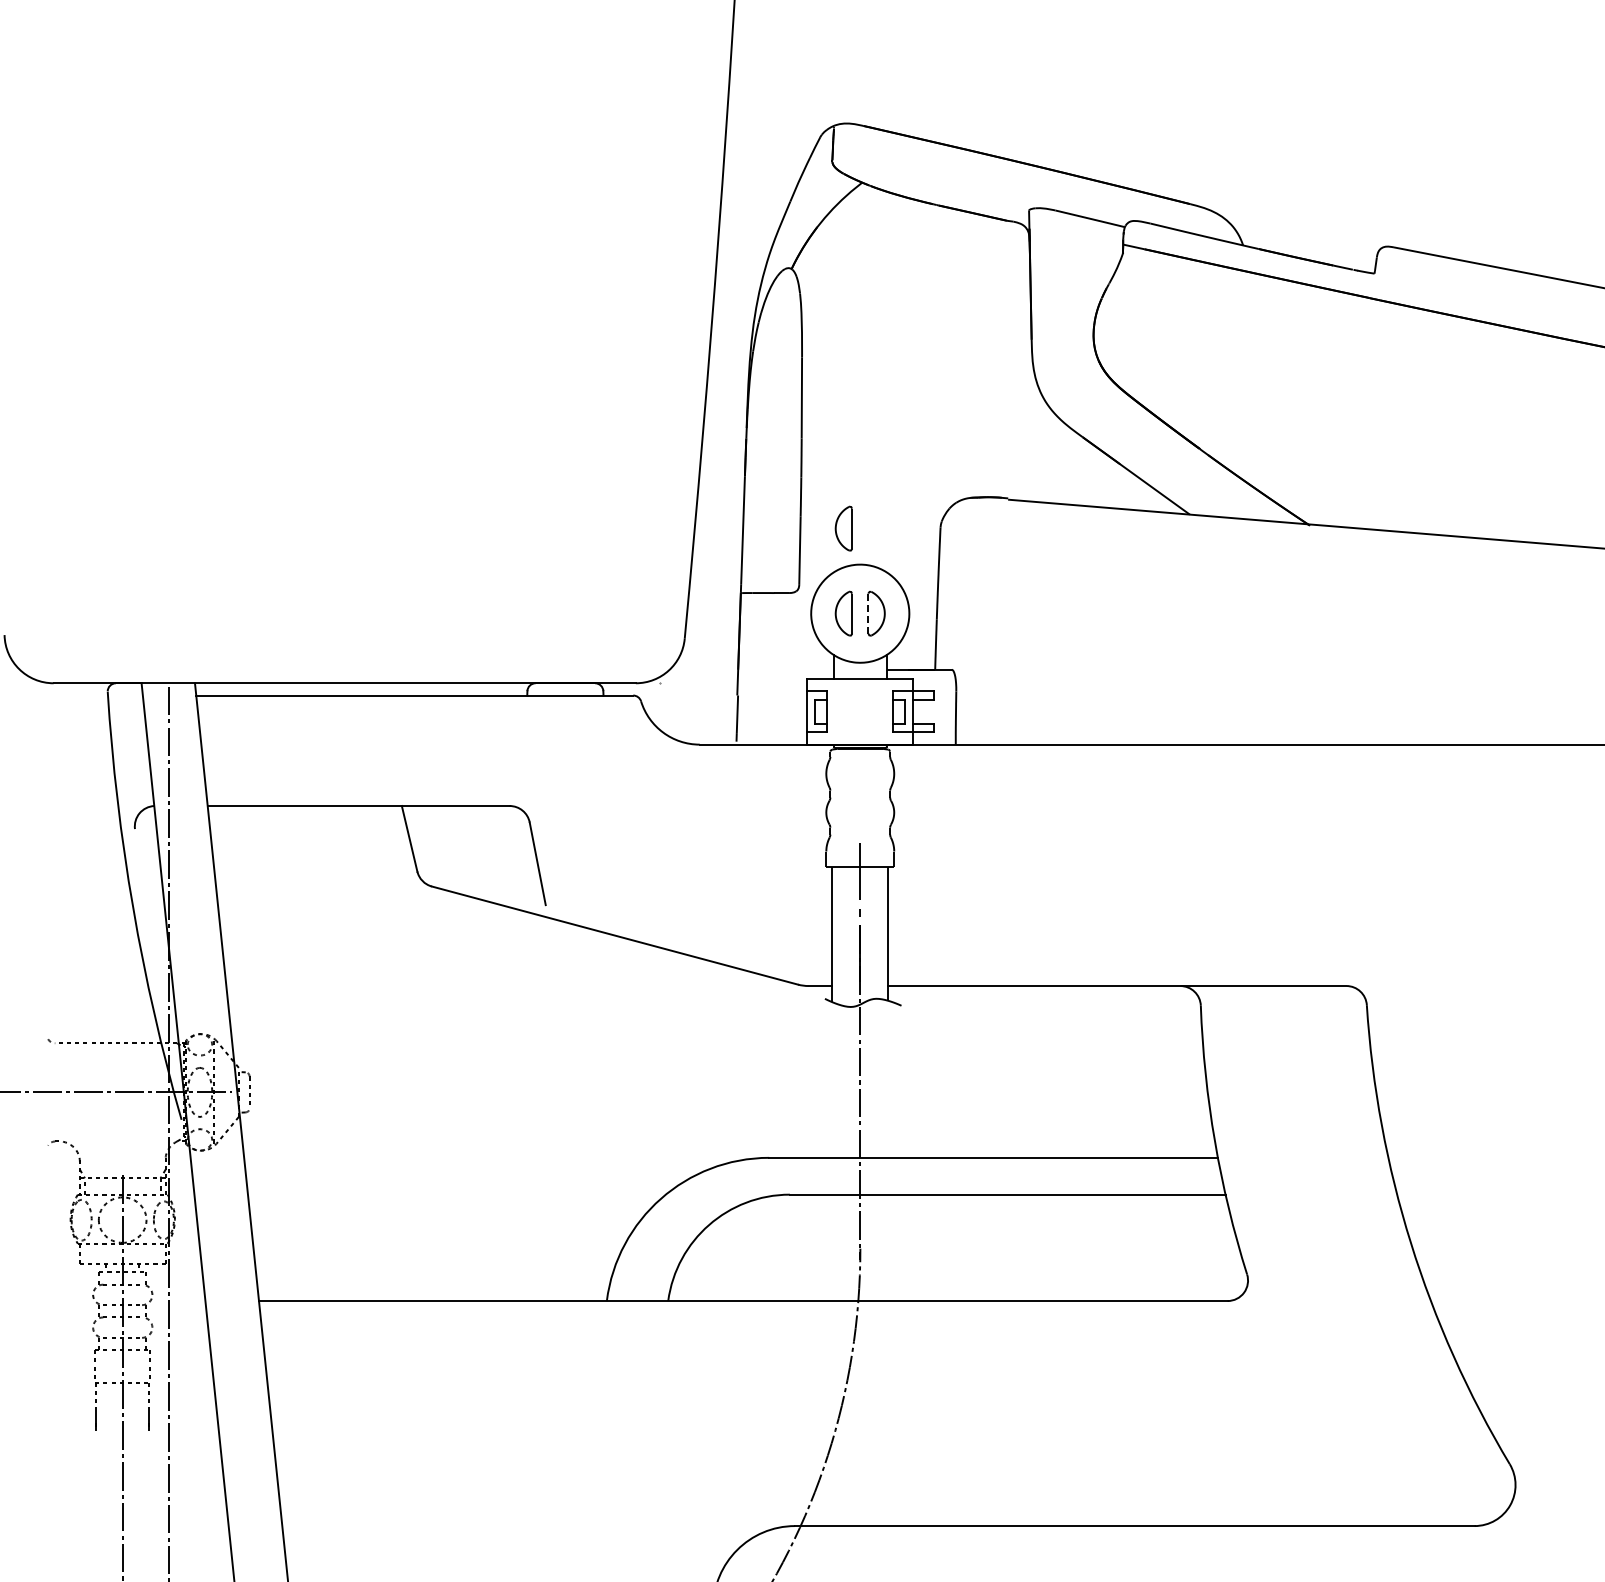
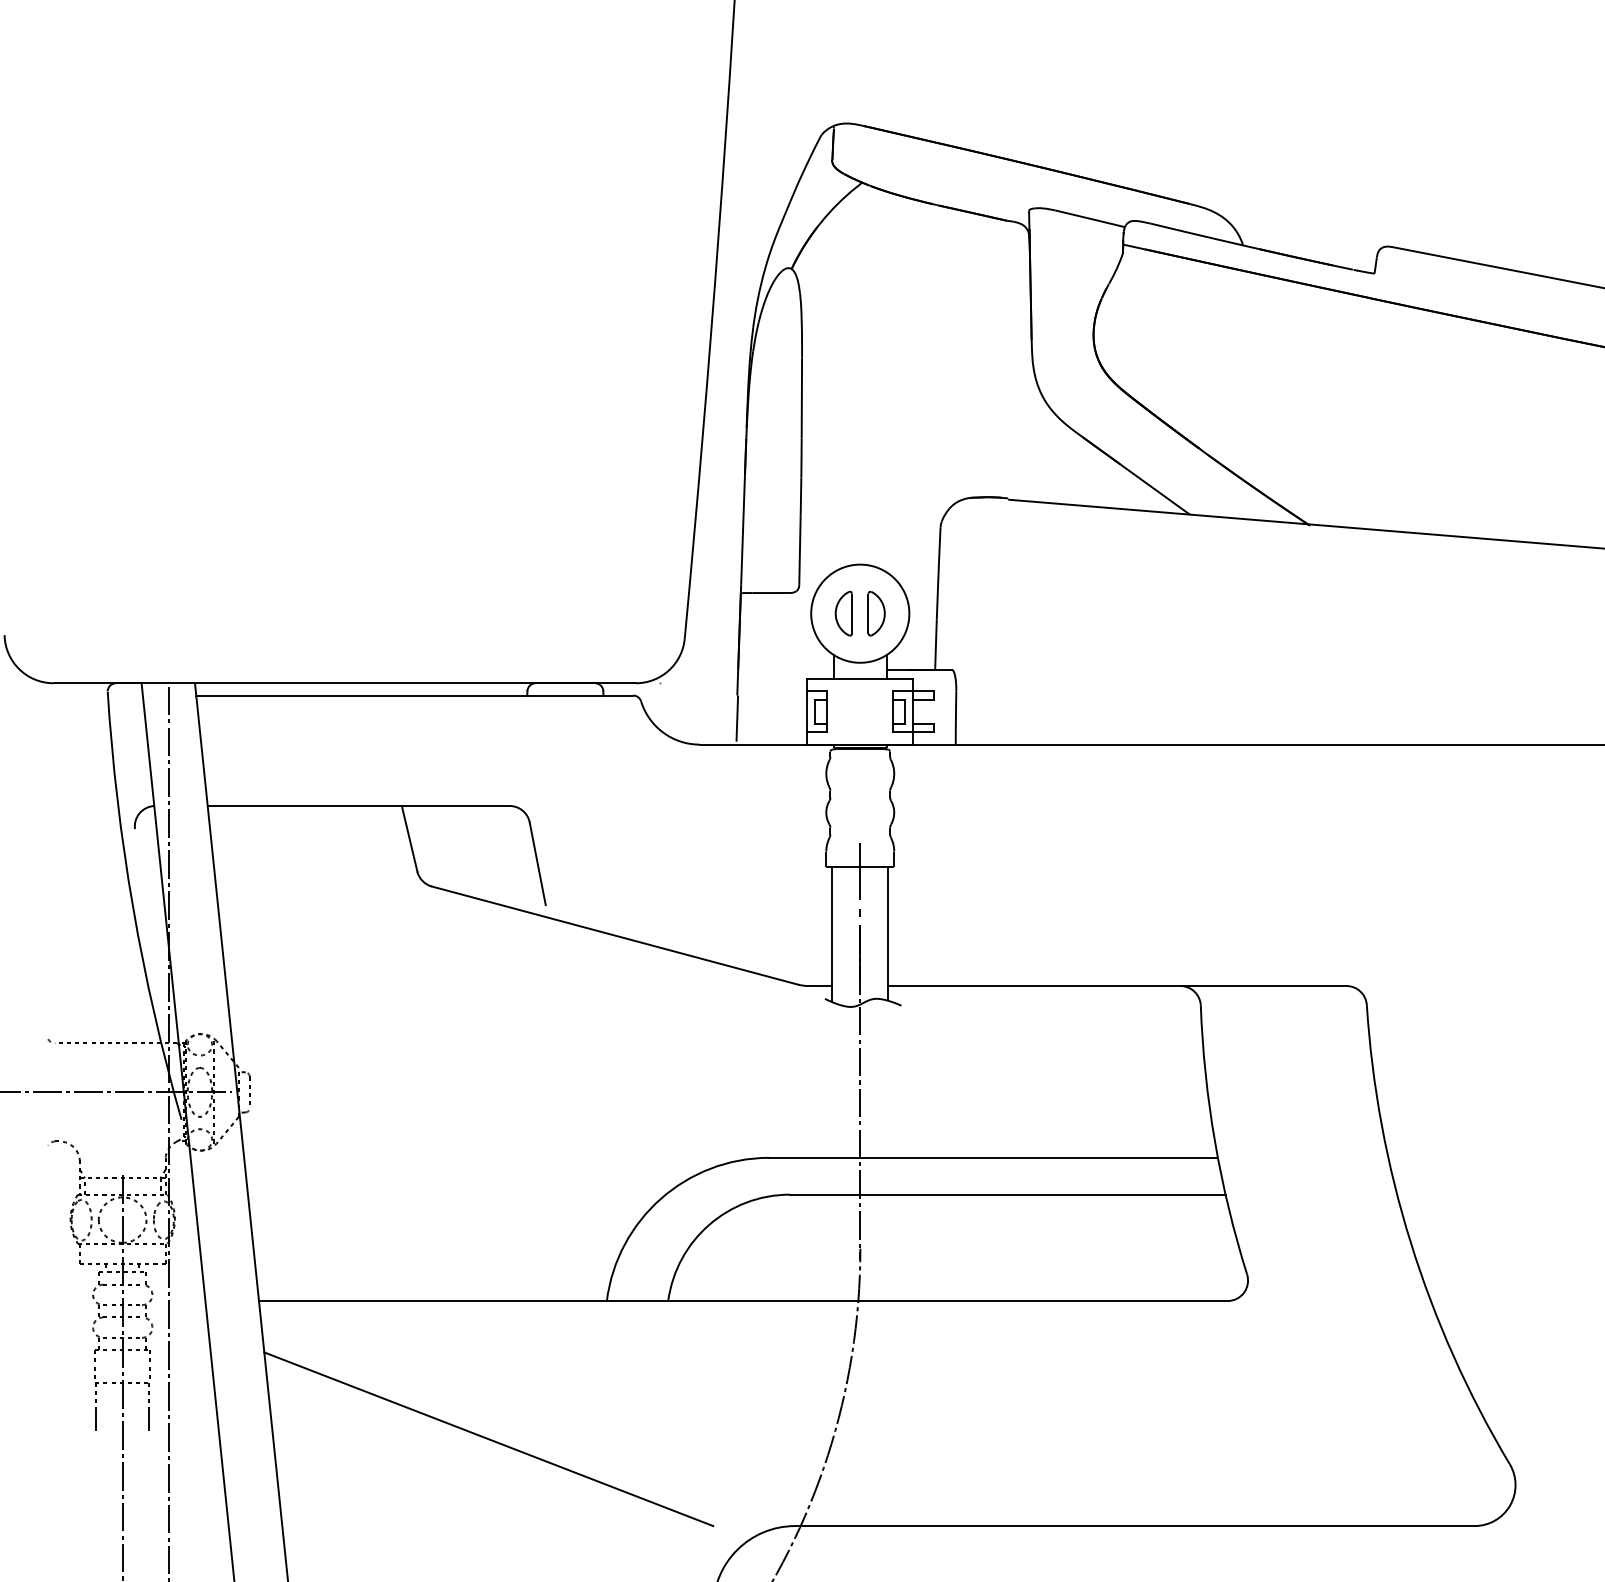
part at (843, 528): present -> none
line at (868, 613): dashed -> solid
line at (488, 1439): none -> present
